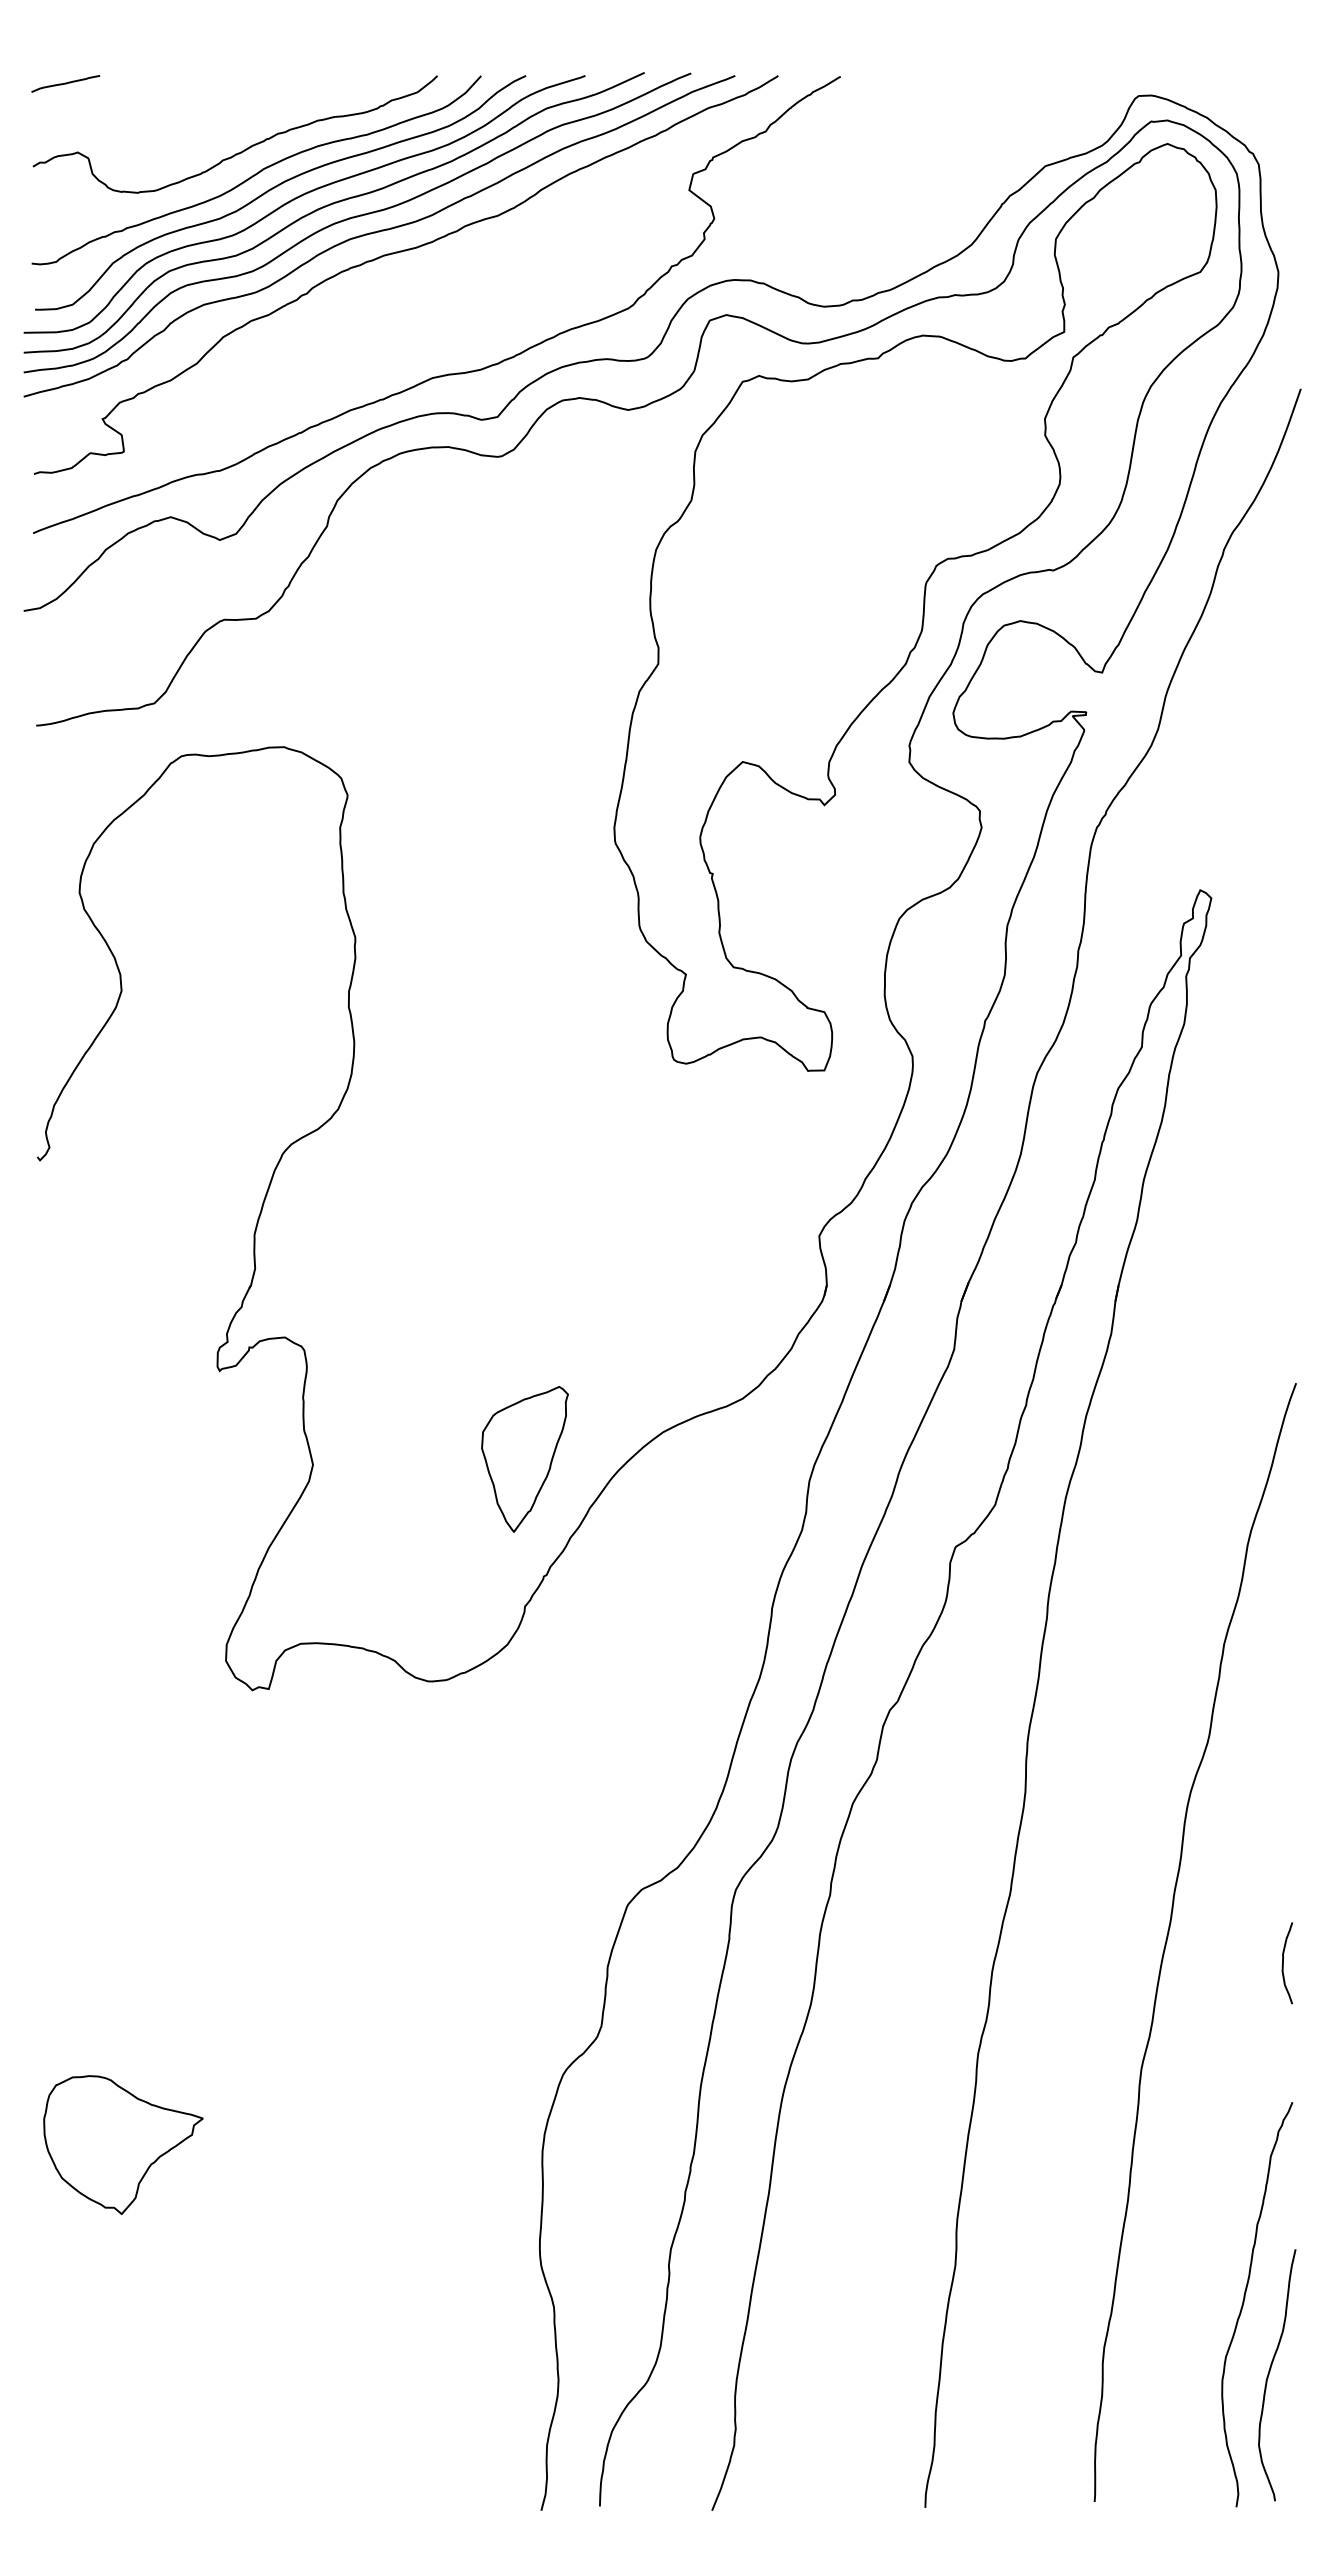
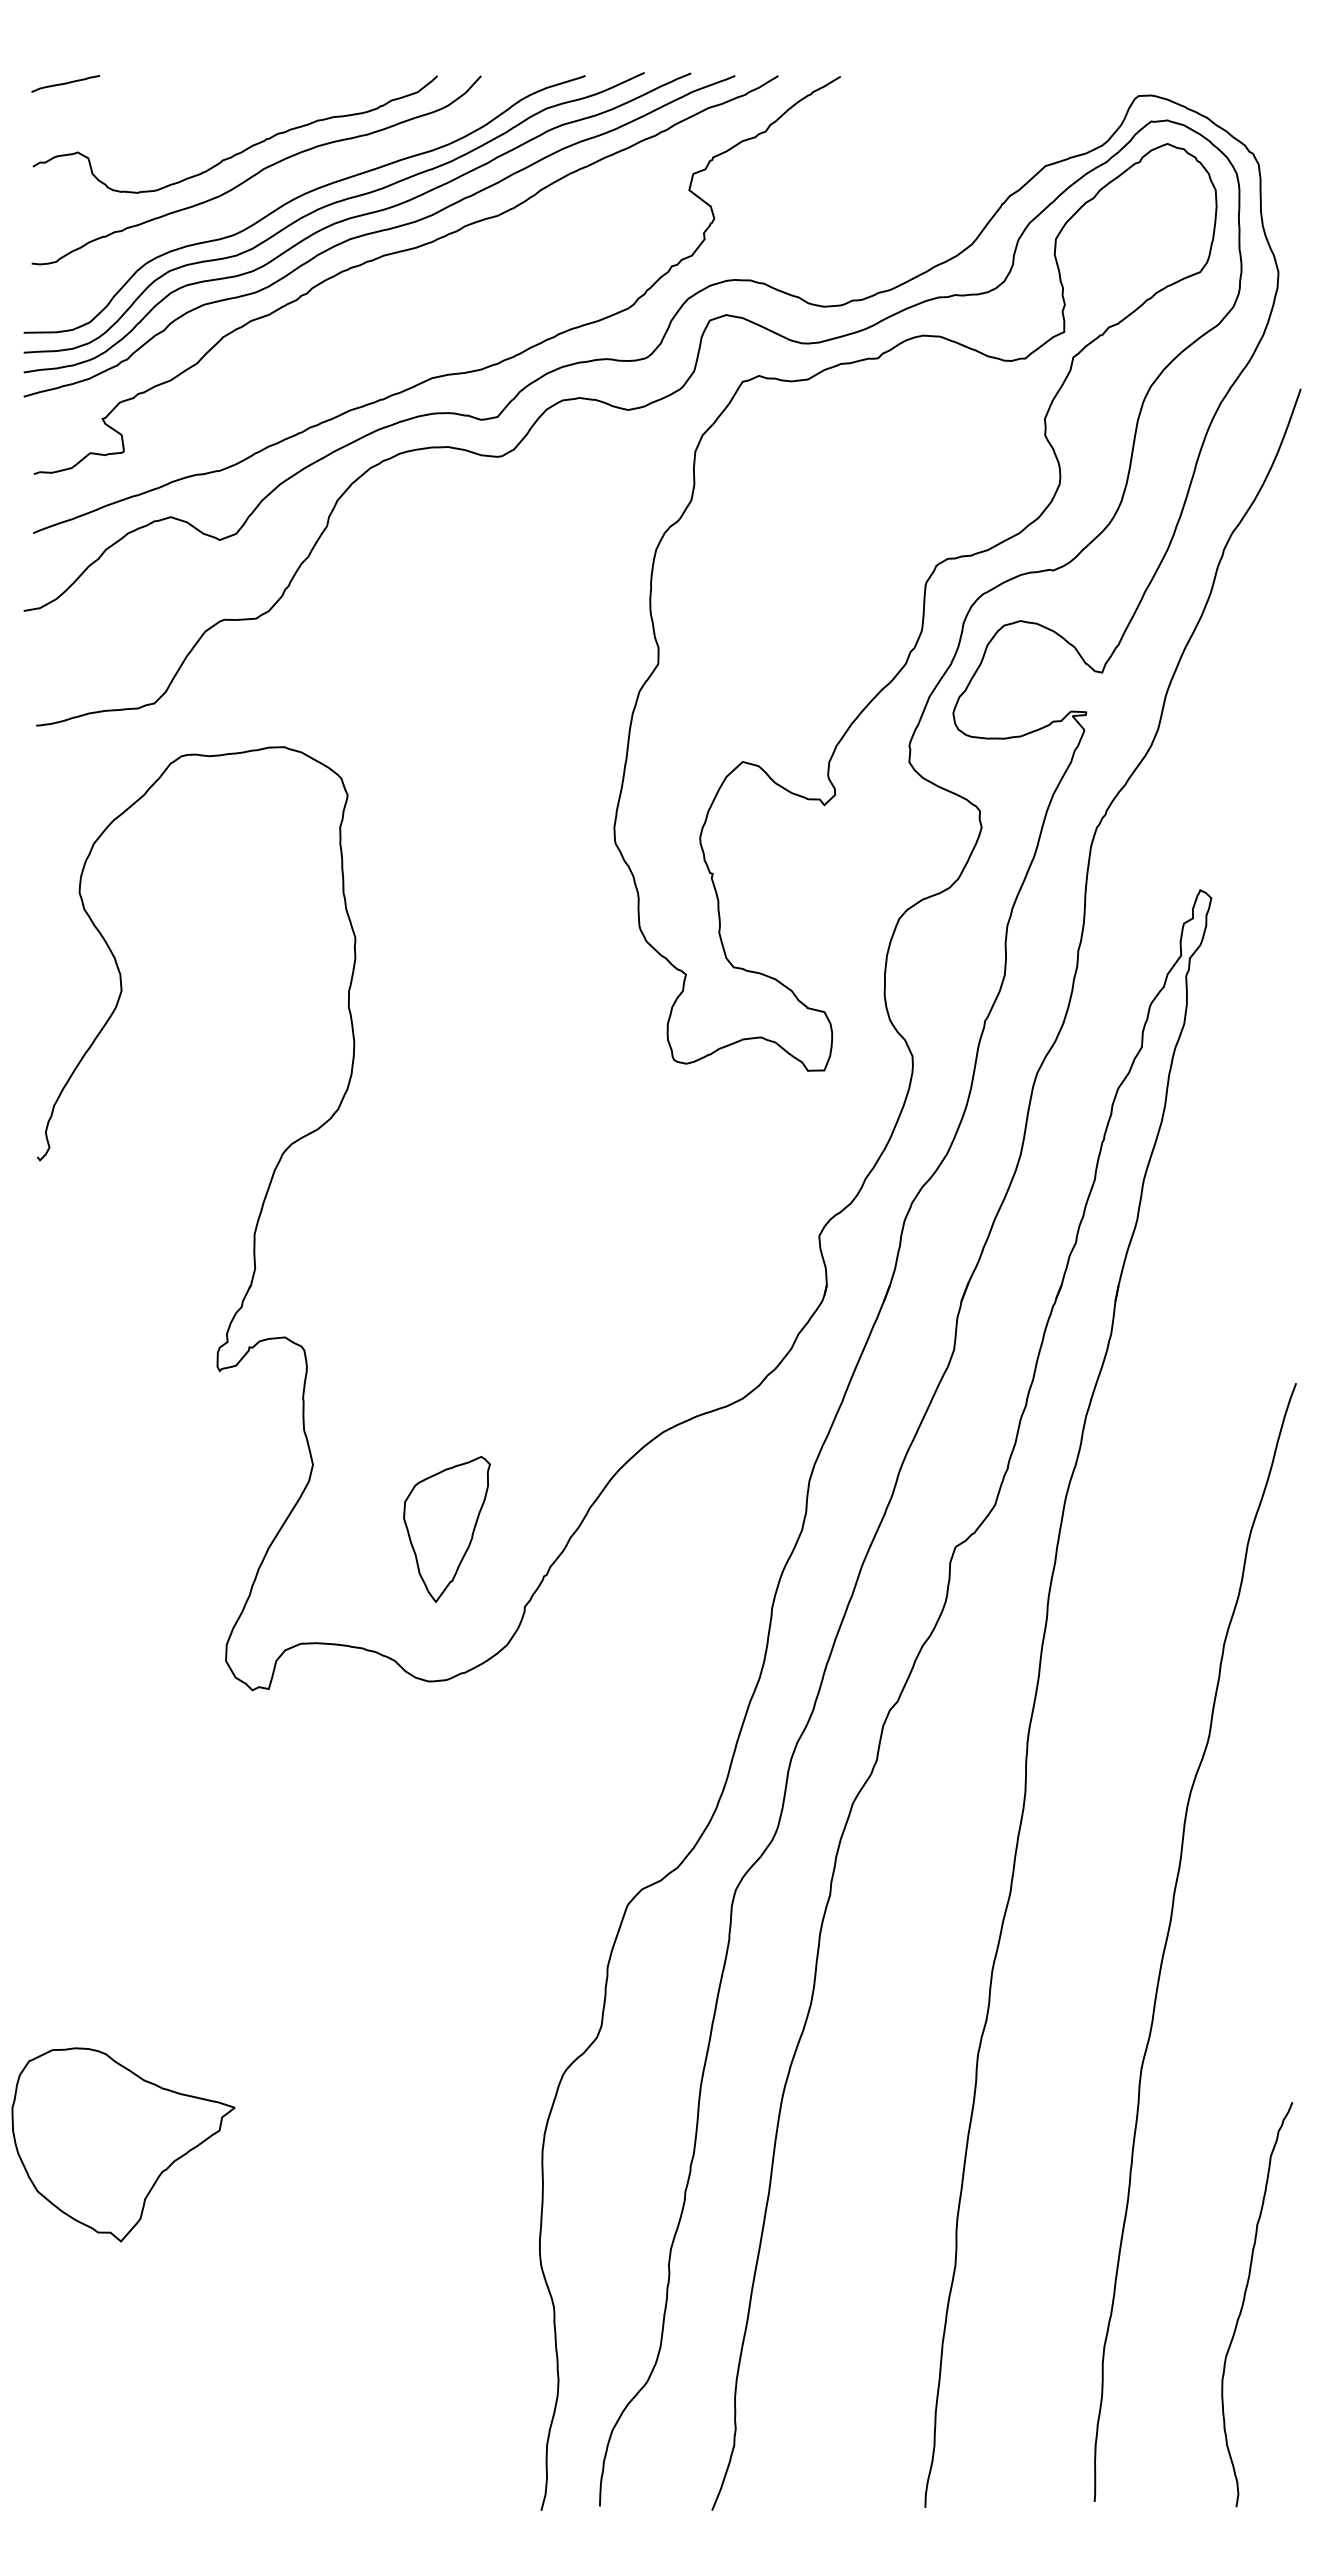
curve at (278, 186): present -> none
part at (524, 1459) position: (524, 1459) -> (446, 1529)
curve at (1283, 1963): present -> none
part at (123, 2145) size: 161x141 px -> 225x196 px
curve at (1269, 2375): present -> none
